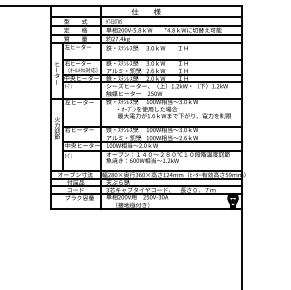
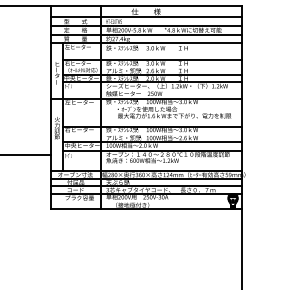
line at (26, 155): none -> present
